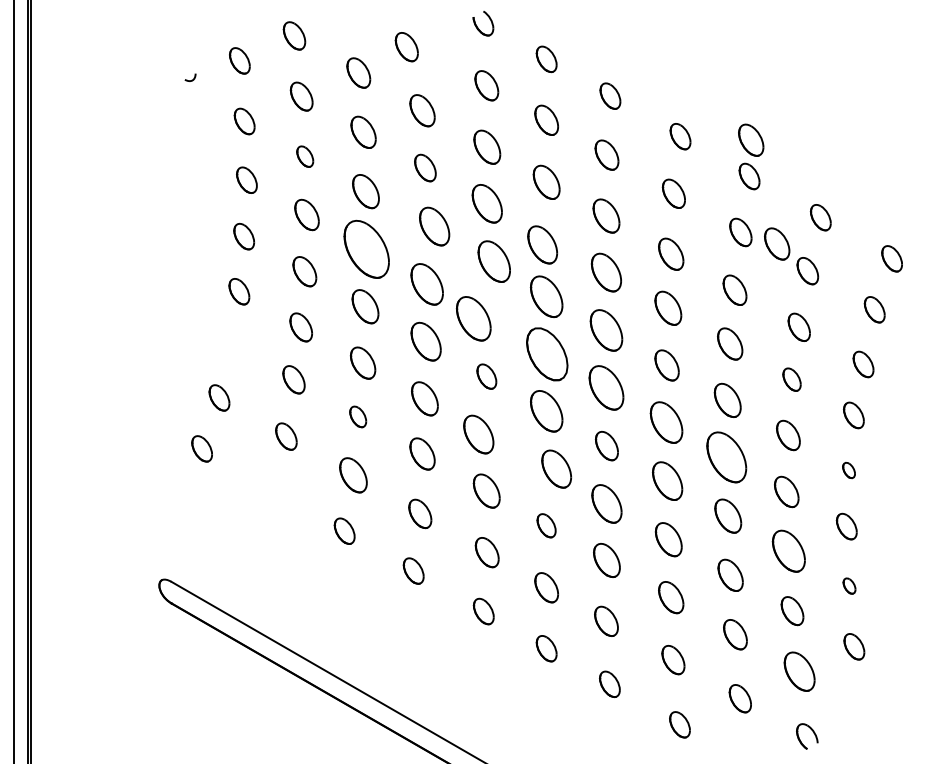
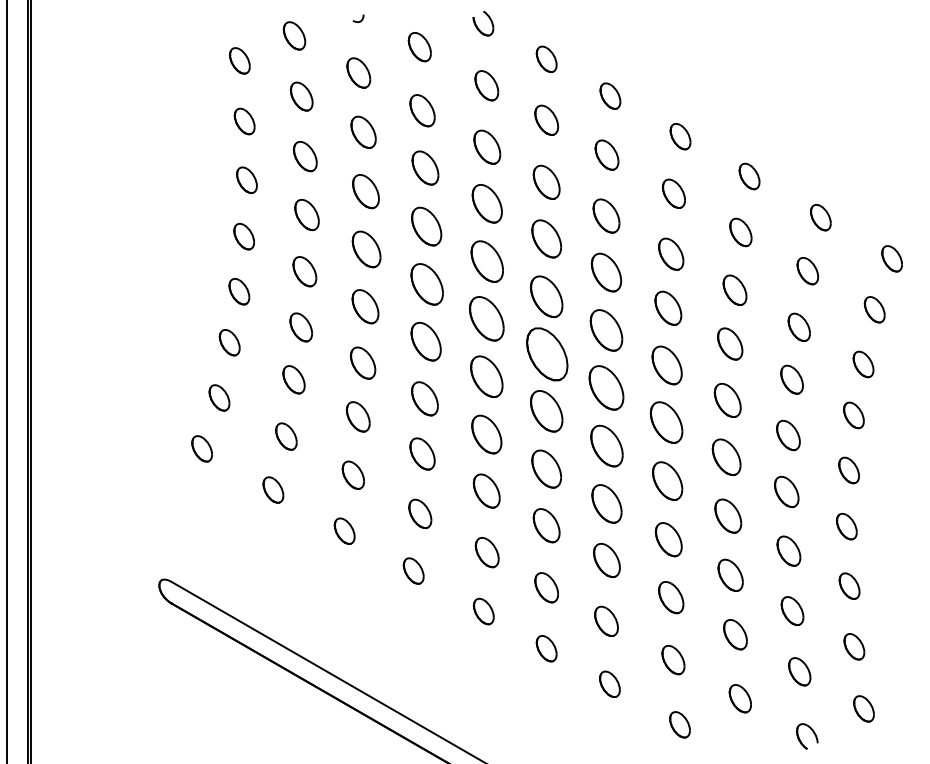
part at (406, 47) position: (406, 47) -> (419, 47)
curve at (191, 79) position: (191, 79) -> (359, 20)
part at (751, 139): present -> none
part at (305, 156) size: 19x23 px -> 26x32 px
part at (425, 167) size: 23x30 px -> 29x36 px
part at (434, 226) position: (434, 226) -> (426, 226)
part at (777, 243): present -> none
part at (542, 244) position: (542, 244) -> (546, 238)
part at (366, 248) size: 47x60 px -> 31x39 px
part at (493, 261) position: (493, 261) -> (486, 261)
part at (473, 318) position: (473, 318) -> (486, 318)
part at (229, 342): none -> present
part at (666, 365) size: 26x33 px -> 32x41 px
part at (486, 376) size: 22x27 px -> 34x43 px
part at (791, 379) size: 20x25 px -> 24x31 px
line at (14, 381) position: (14, 381) -> (7, 381)
part at (358, 416) size: 19x24 px -> 26x32 px
part at (478, 434) position: (478, 434) -> (486, 434)
part at (606, 446) size: 25x31 px -> 34x44 px
part at (726, 457) size: 42x53 px -> 31x38 px
part at (556, 468) position: (556, 468) -> (546, 468)
part at (848, 470) size: 14x18 px -> 22x29 px
part at (353, 475) size: 29x37 px -> 24x30 px
part at (273, 489): none -> present
part at (546, 525) size: 21x26 px -> 29x36 px
part at (788, 550) size: 35x44 px -> 26x32 px
part at (849, 585) size: 15x18 px -> 23x28 px
part at (799, 671) size: 33x41 px -> 24x30 px
part at (863, 708): none -> present
